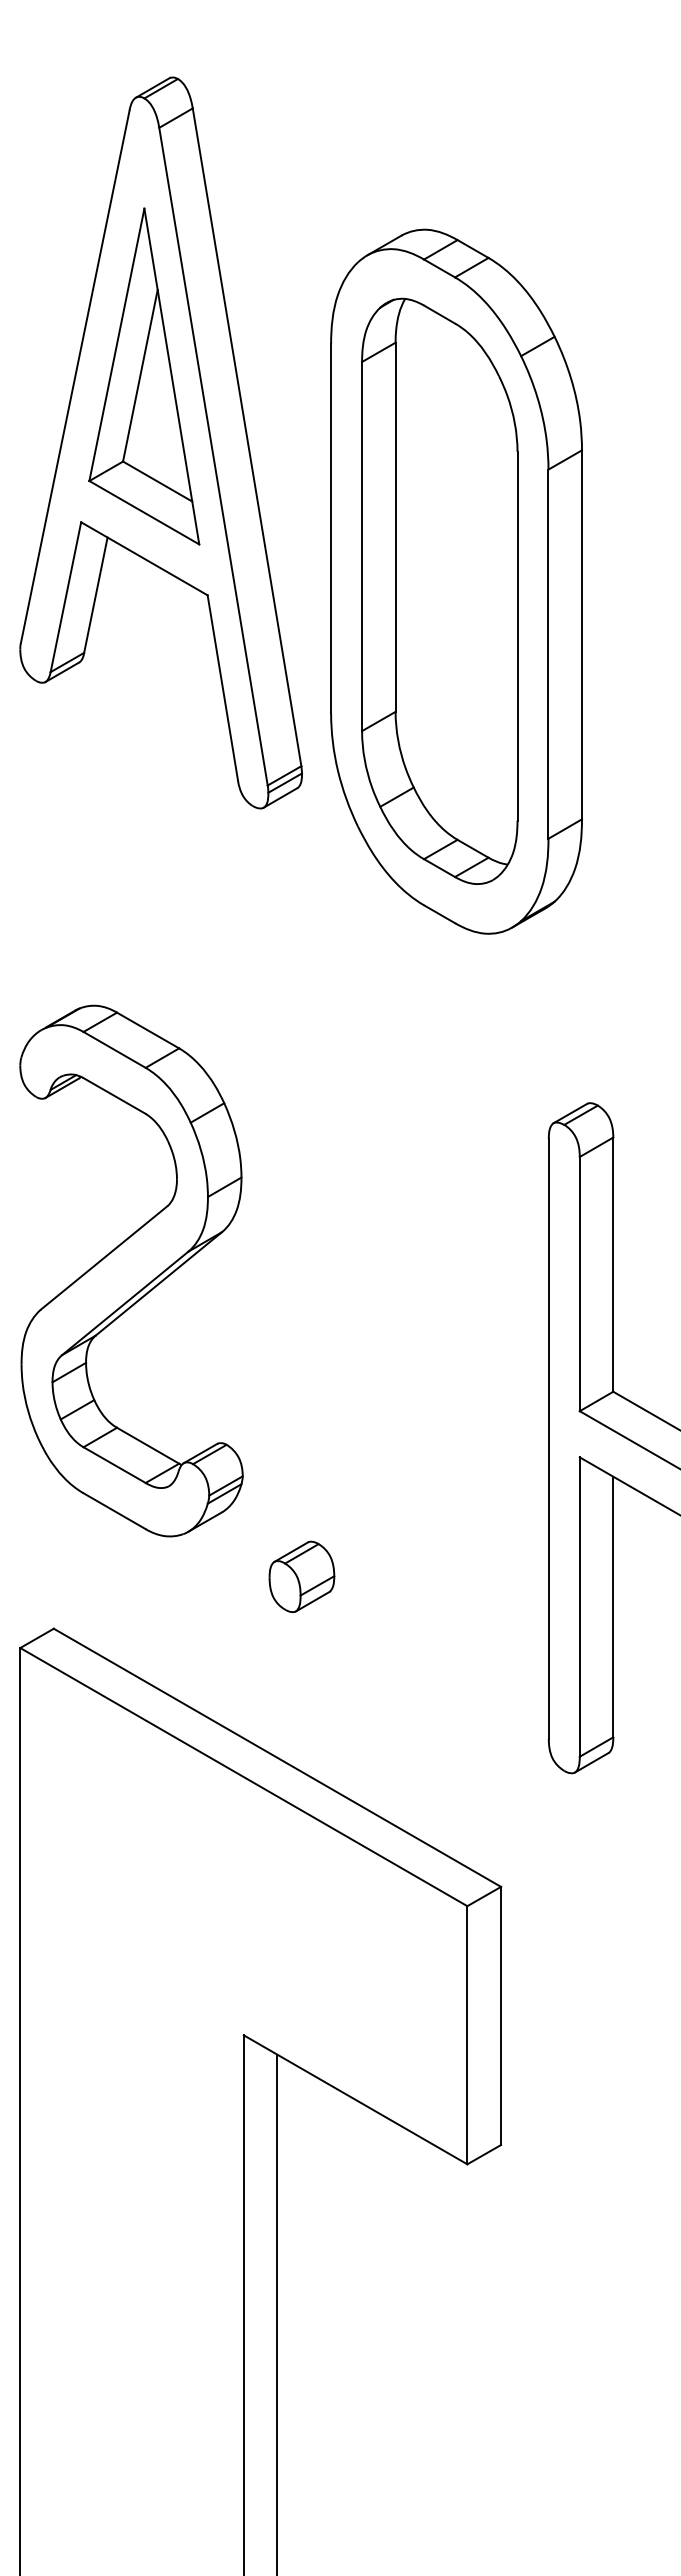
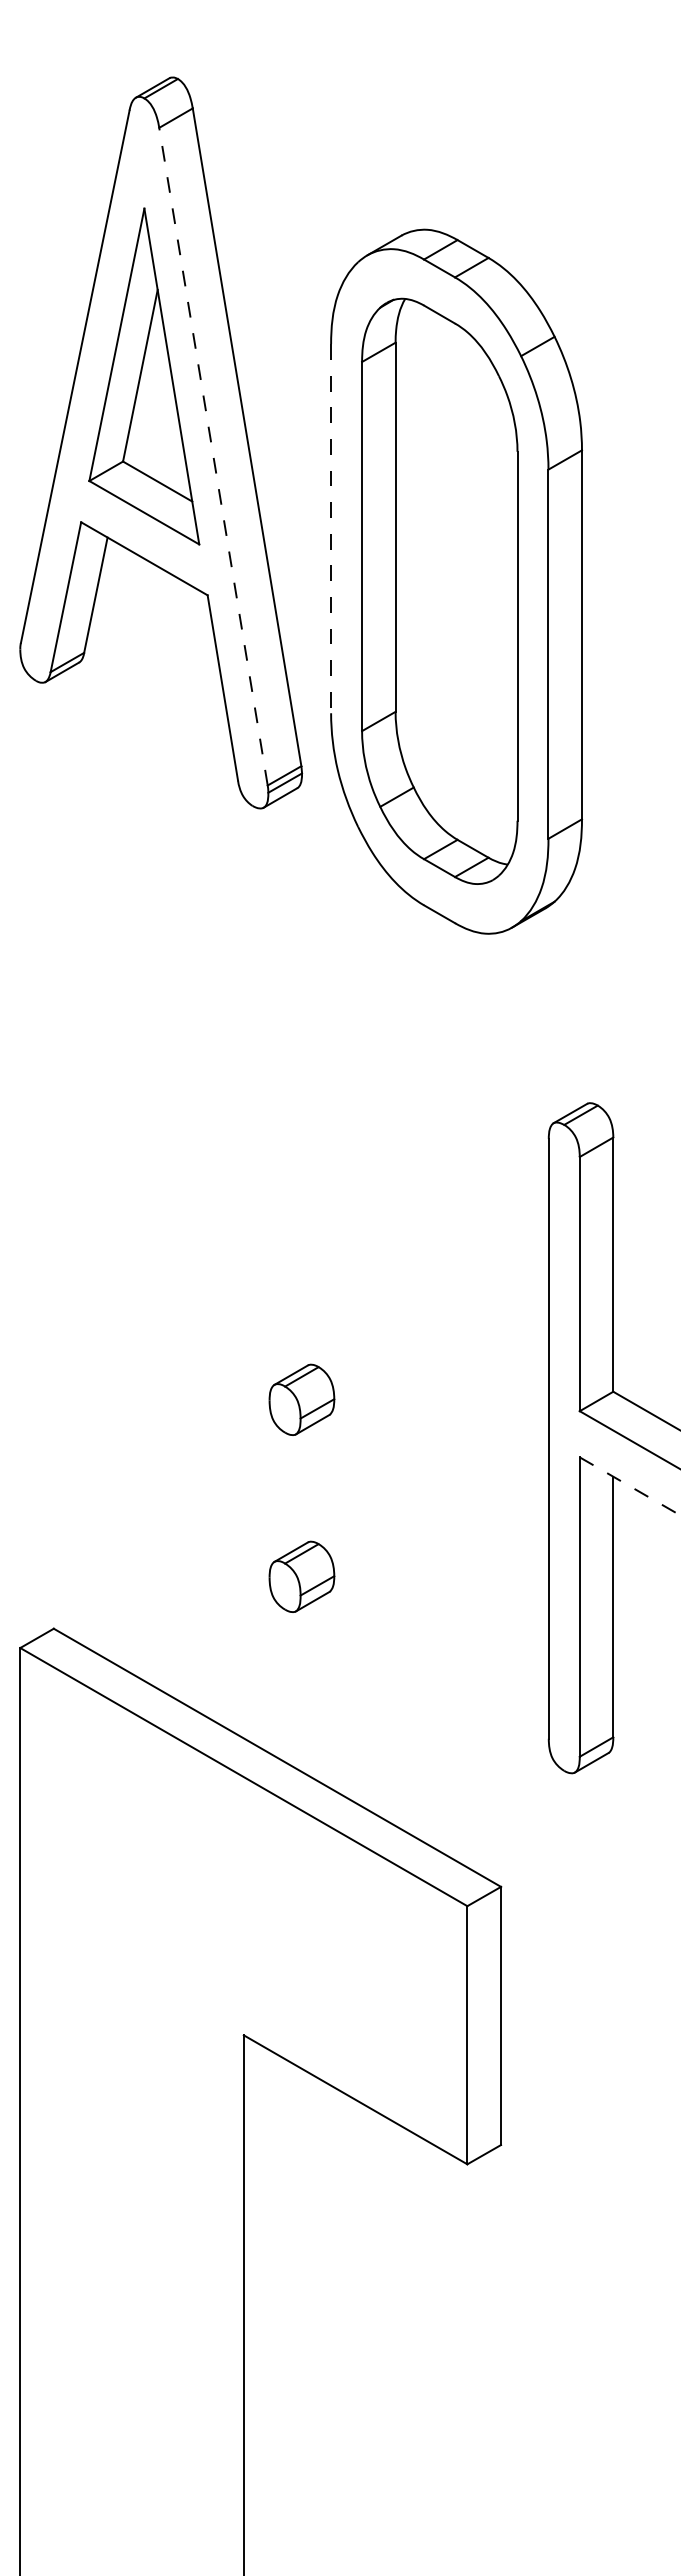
line at (213, 456): solid -> dashed
line at (331, 528): solid -> dashed
part at (131, 1270): present -> none
part at (301, 1399): none -> present
line at (630, 1486): solid -> dashed
line at (277, 2313): present -> none
